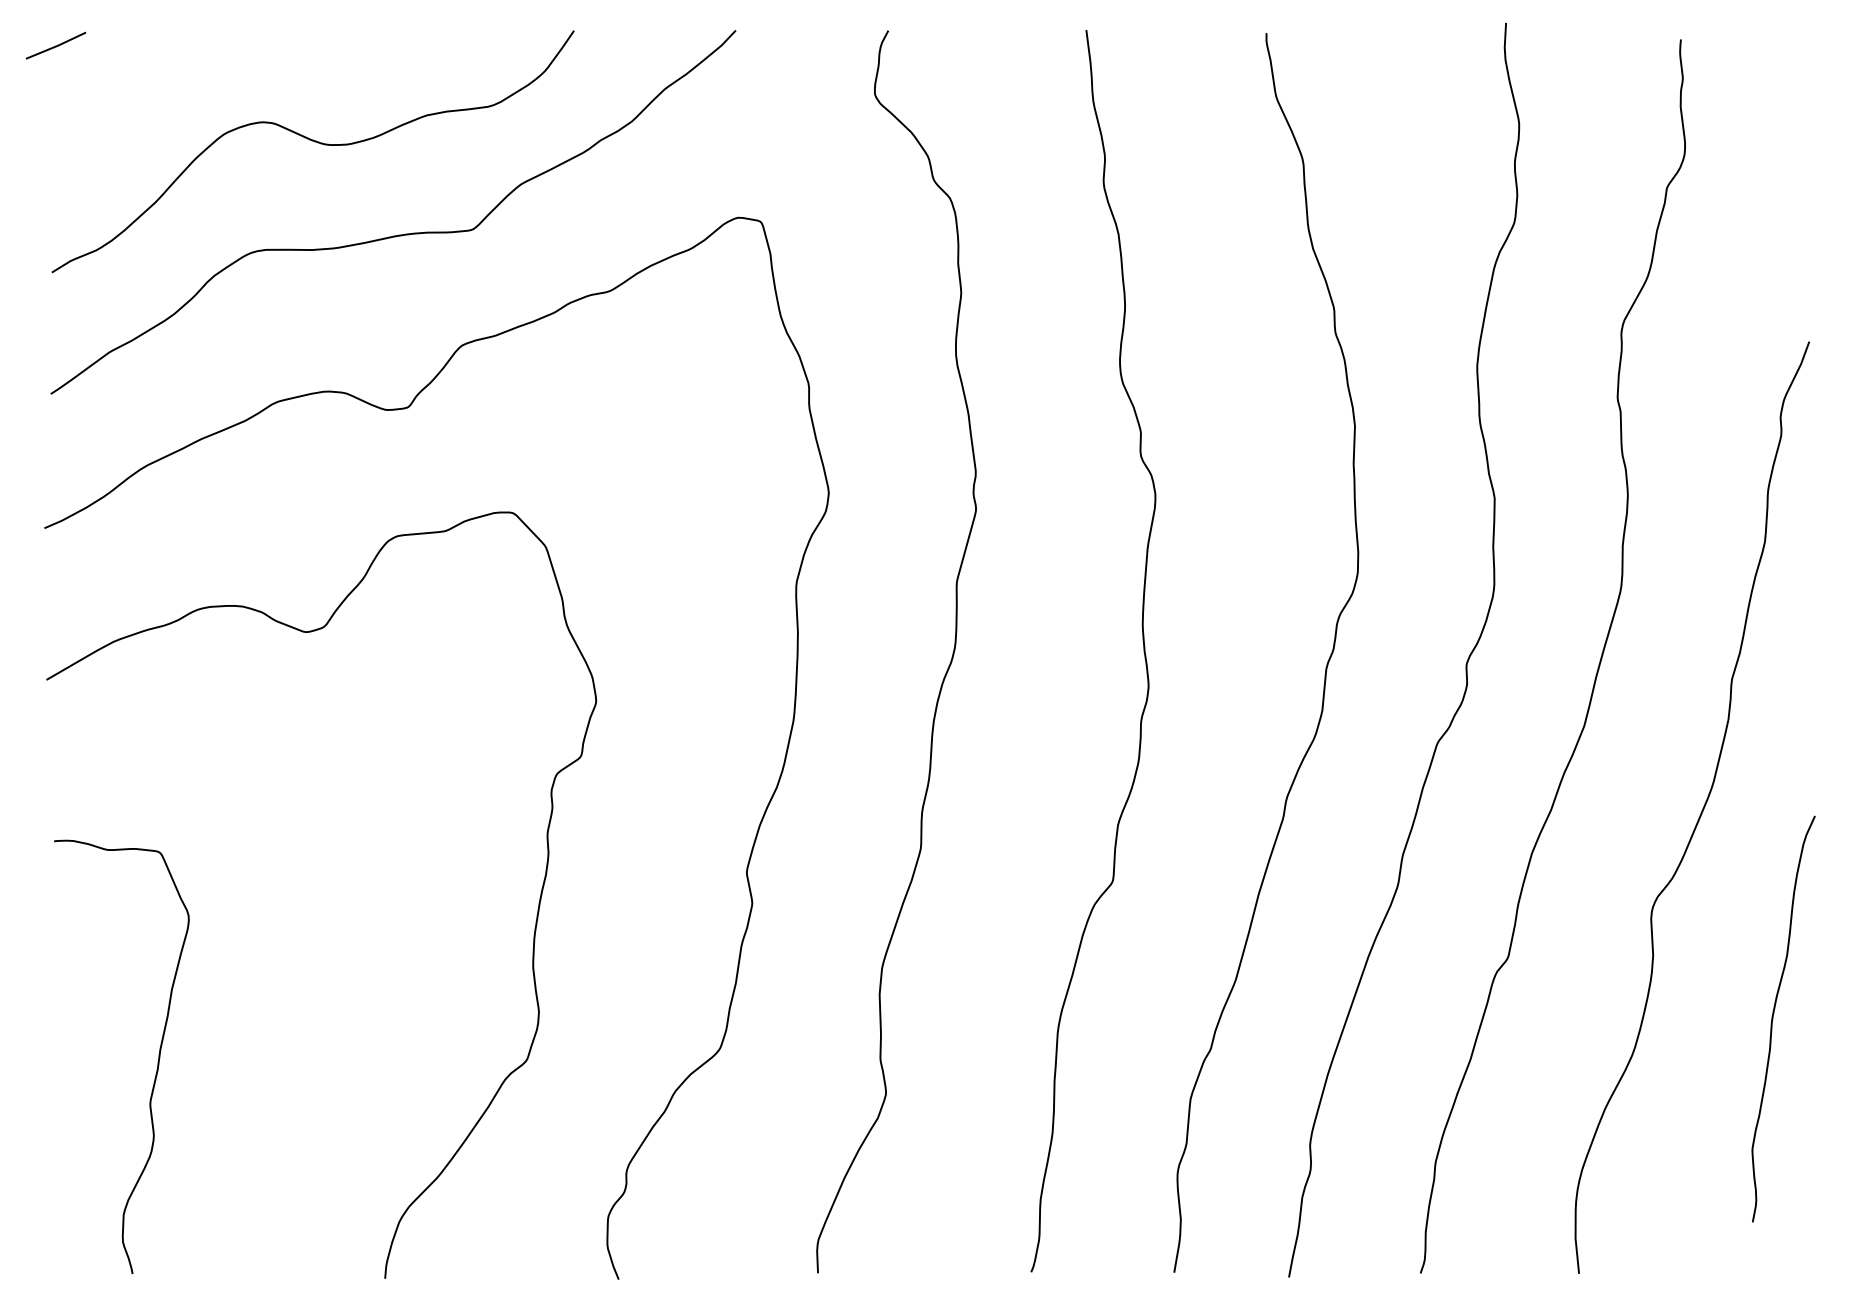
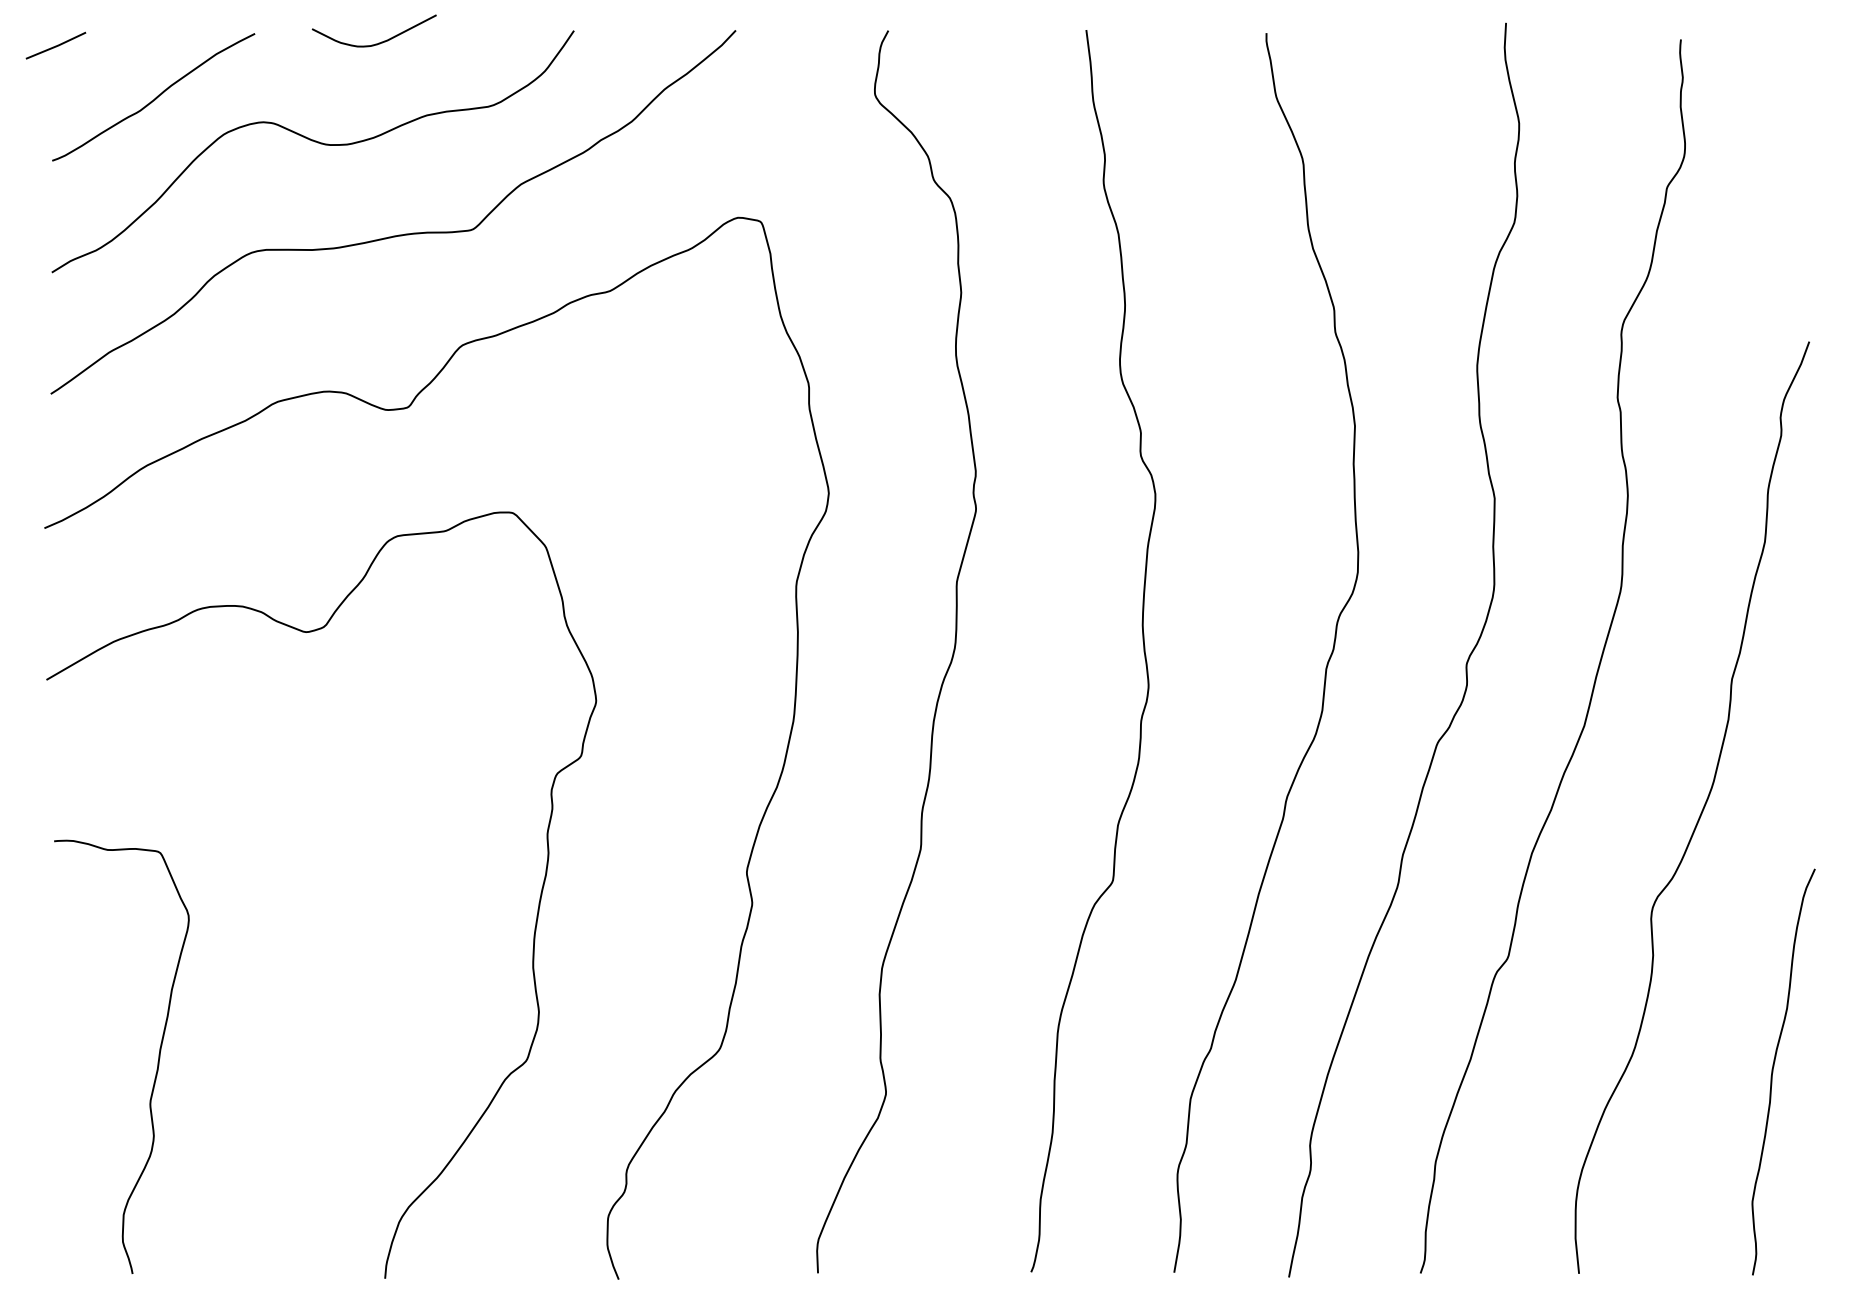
curve at (378, 42): none -> present
curve at (154, 98): none -> present
curve at (1773, 1018) position: (1773, 1018) -> (1773, 1071)
